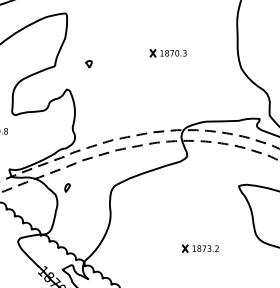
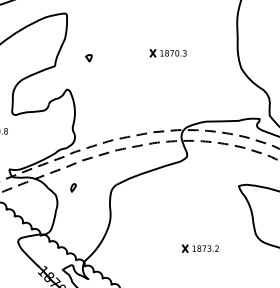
part at (88, 64) position: (88, 64) -> (88, 58)
part at (67, 187) position: (67, 187) -> (73, 187)
